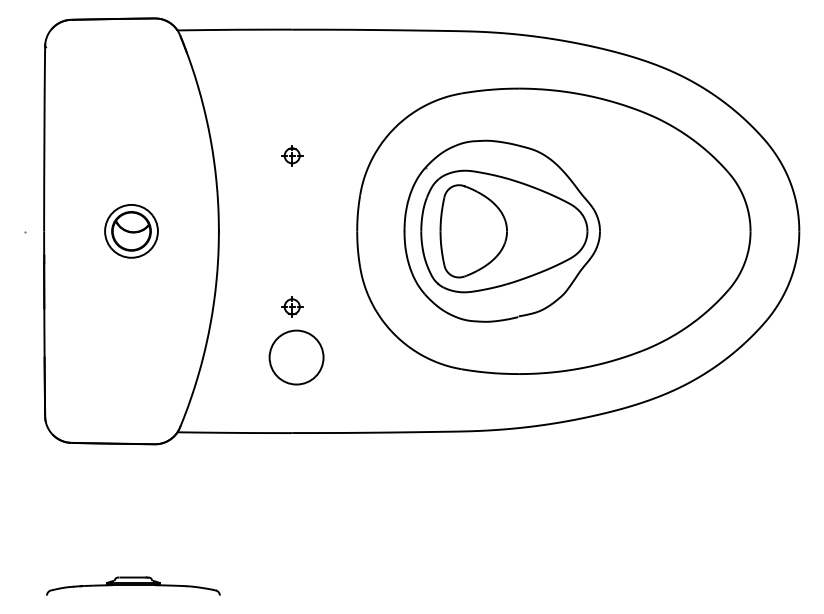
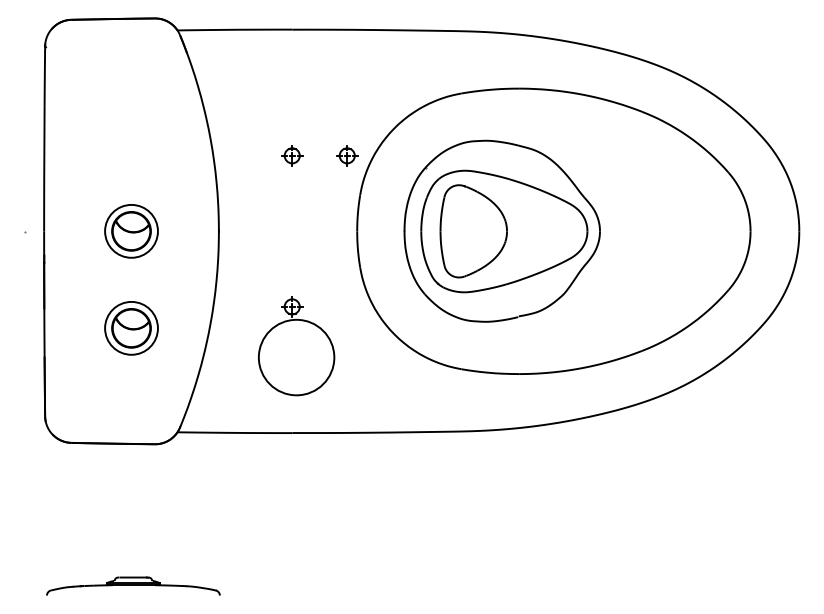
part at (347, 155): none -> present
part at (131, 328): none -> present
circle at (296, 357) diameter: 54 px -> 75 px
